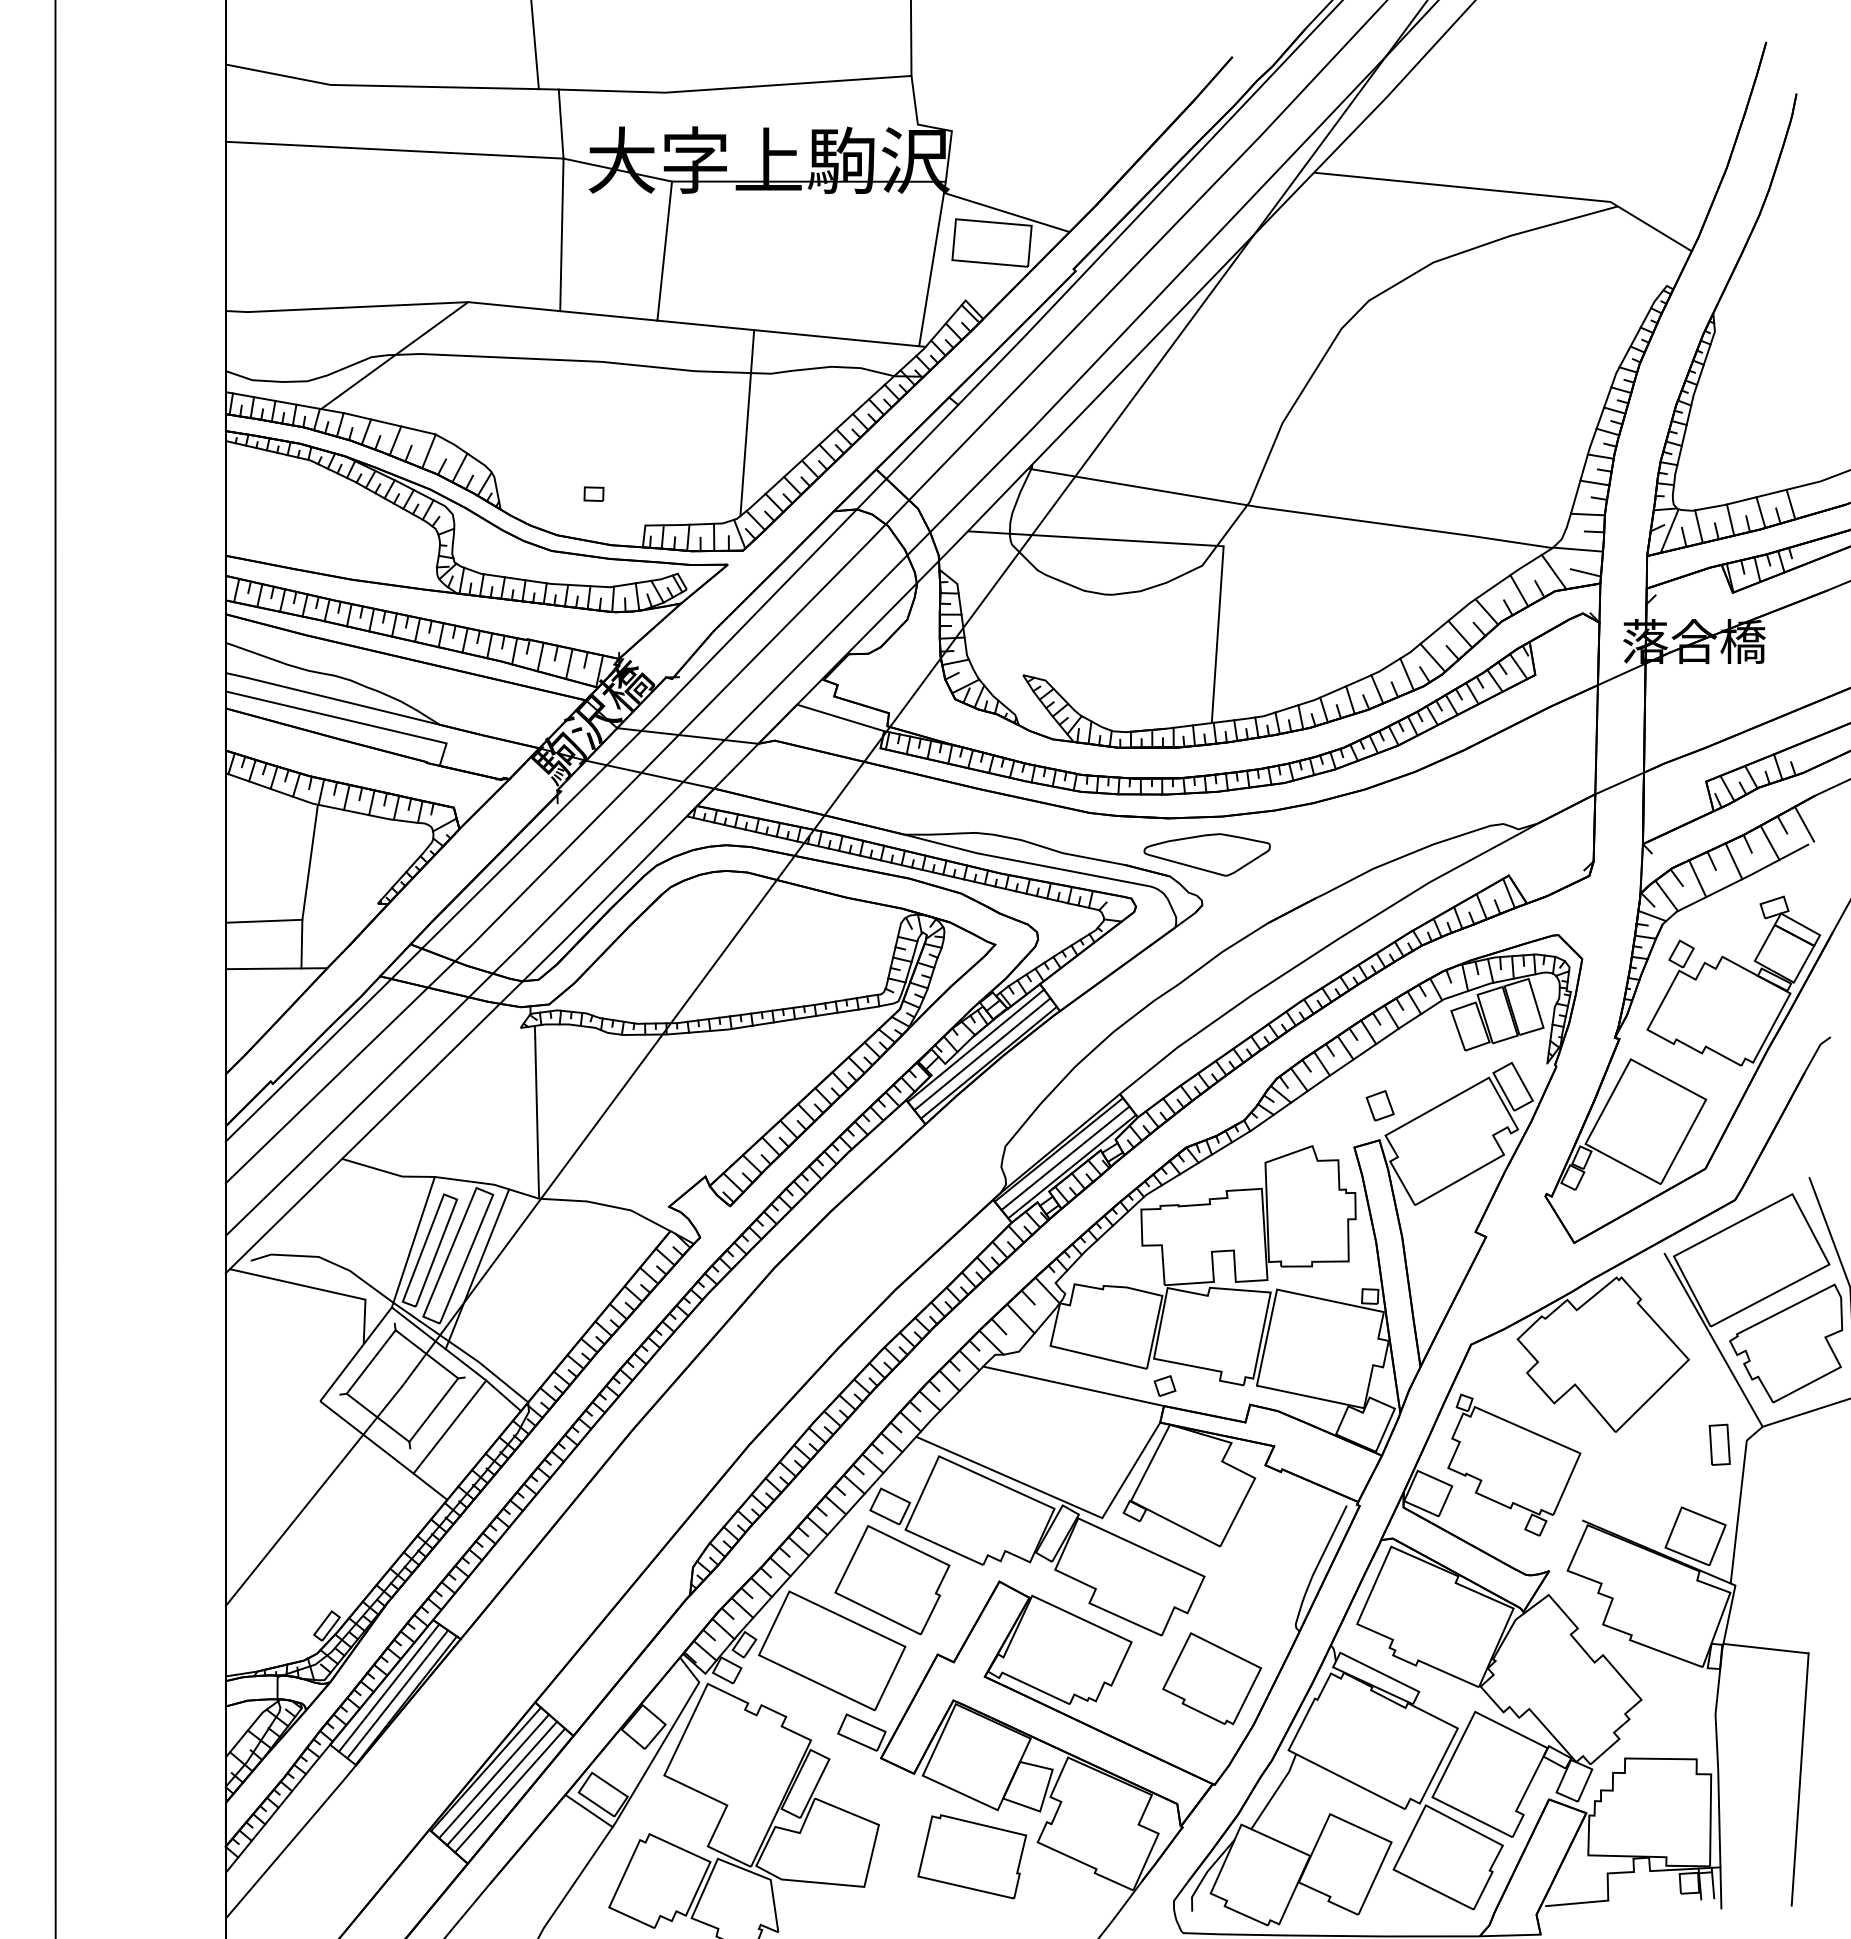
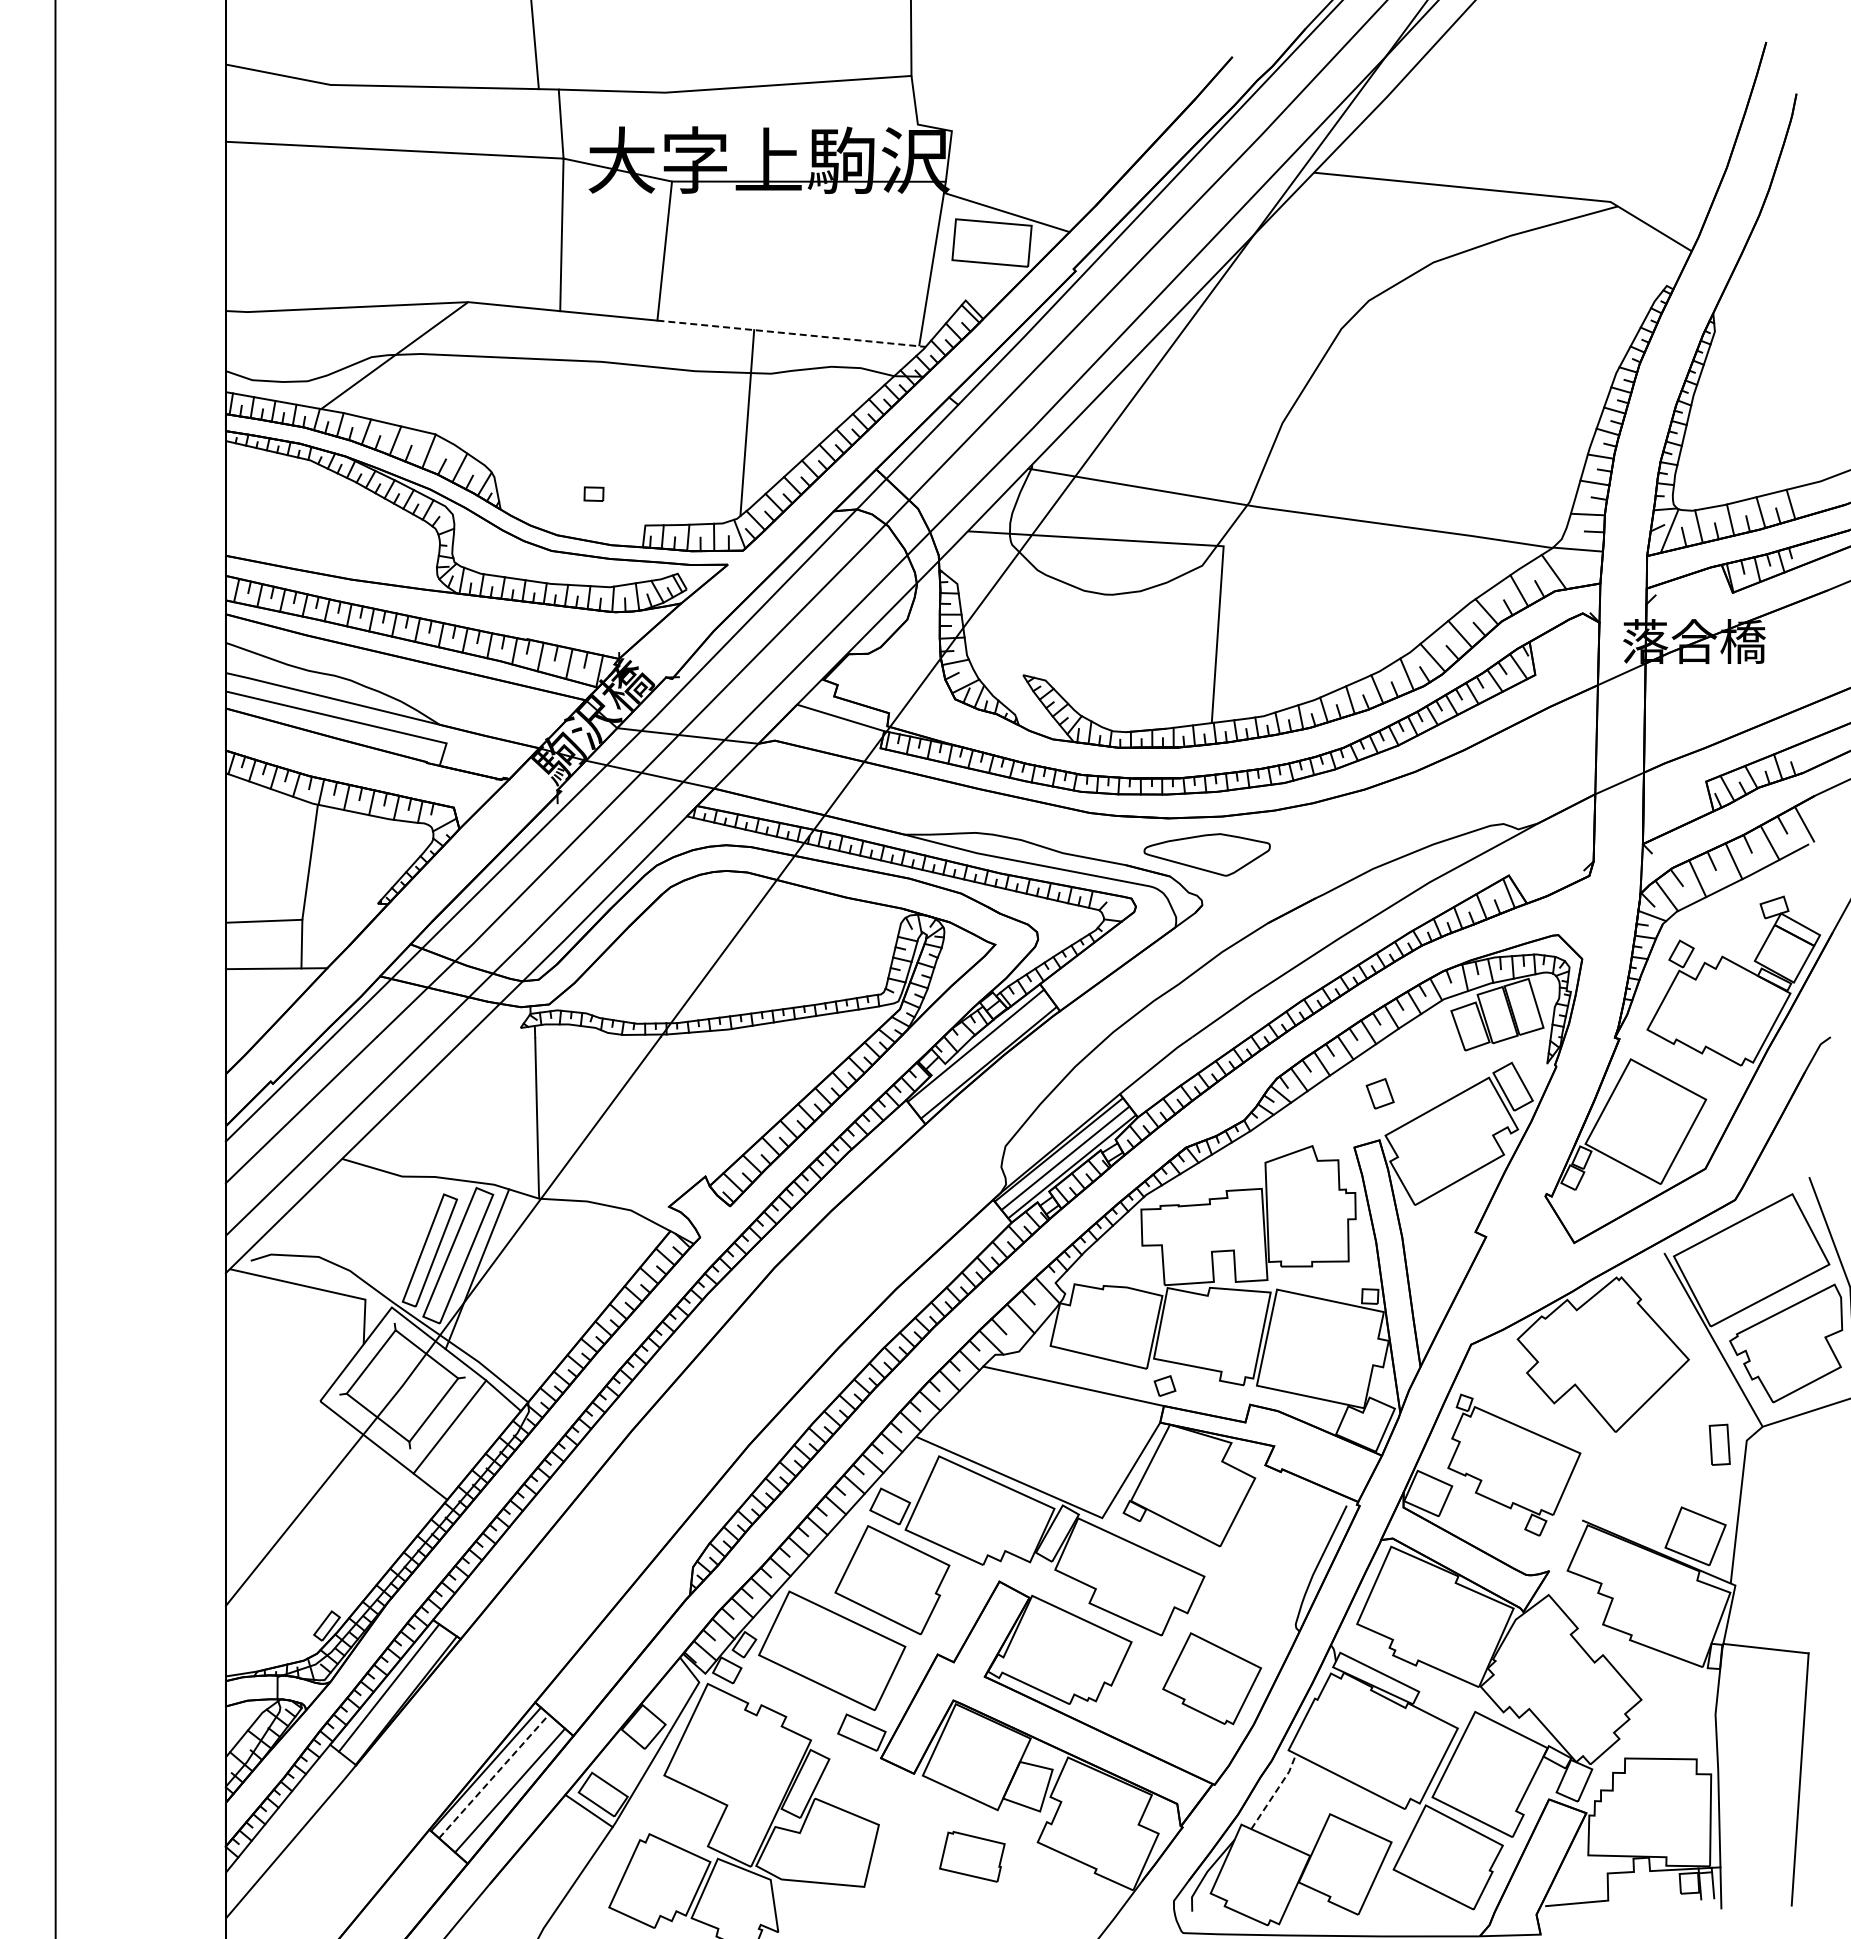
line at (791, 333): solid -> dashed
line at (1585, 572): present -> none
line at (982, 1054): present -> none
part at (1379, 1105) position: (1379, 1105) -> (1379, 1093)
line at (412, 1241): present -> none
line at (397, 1694): present -> none
line at (494, 1776): solid -> dashed
line at (502, 1783): present -> none
line at (1275, 1791): solid -> dashed
part at (972, 1856) size: 111x86 px -> 67x52 px
